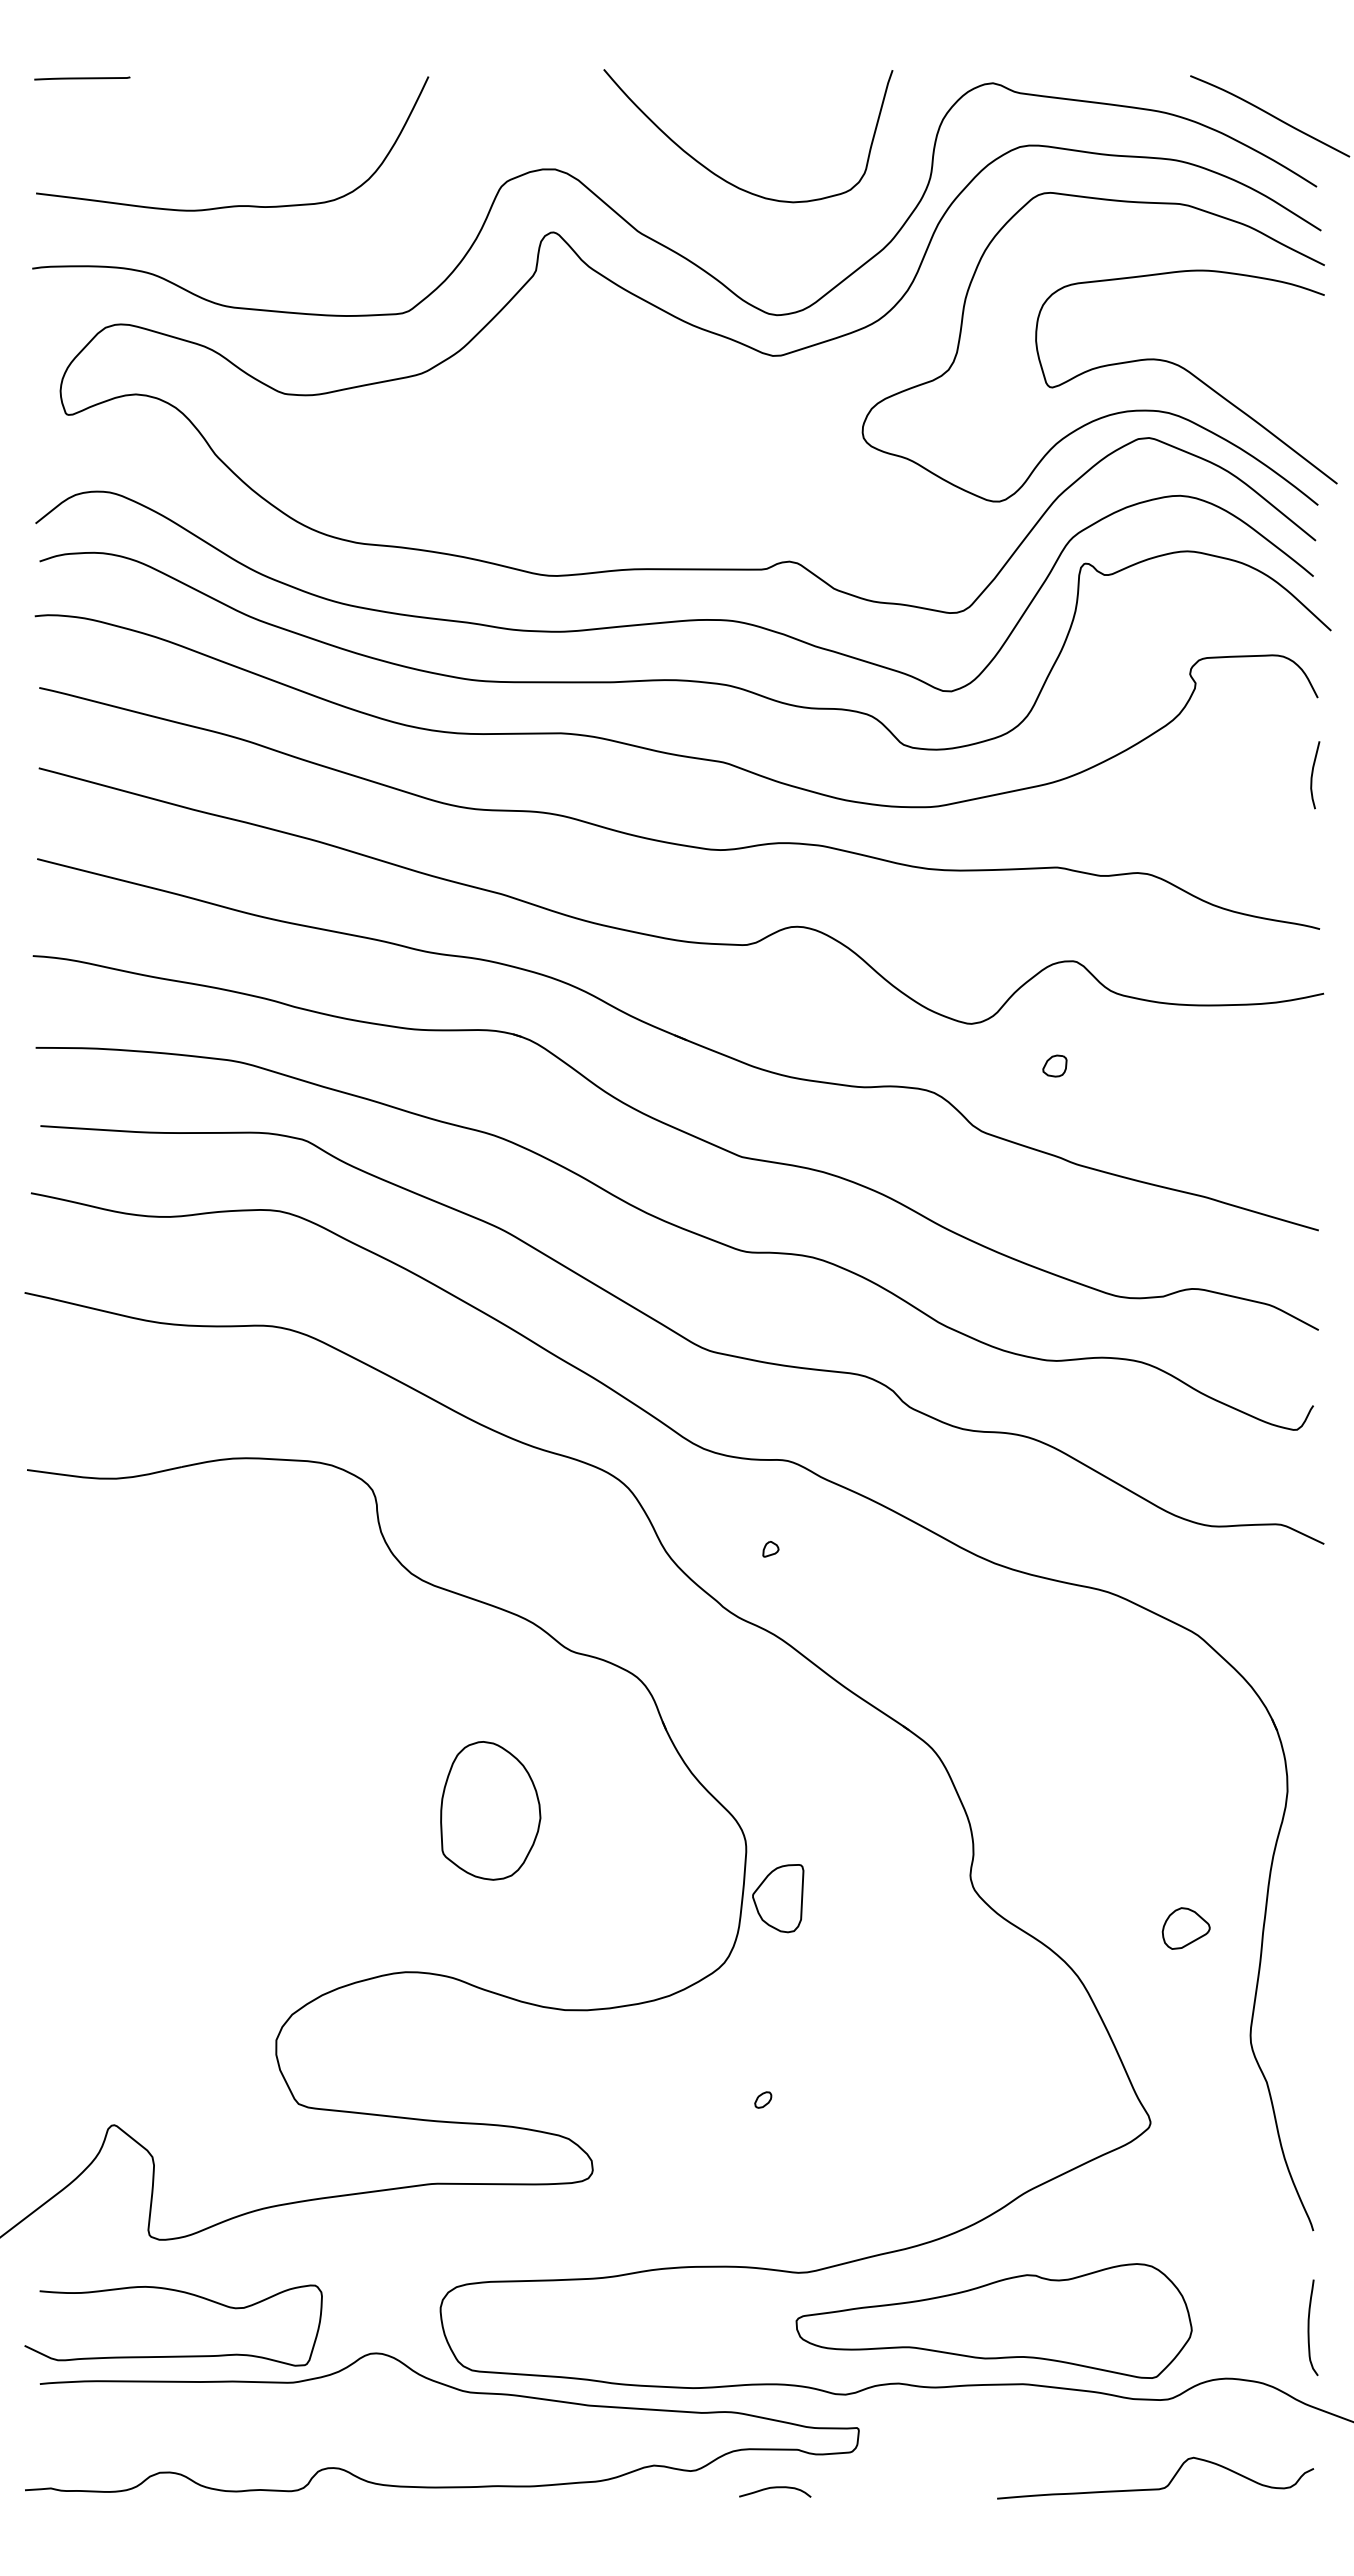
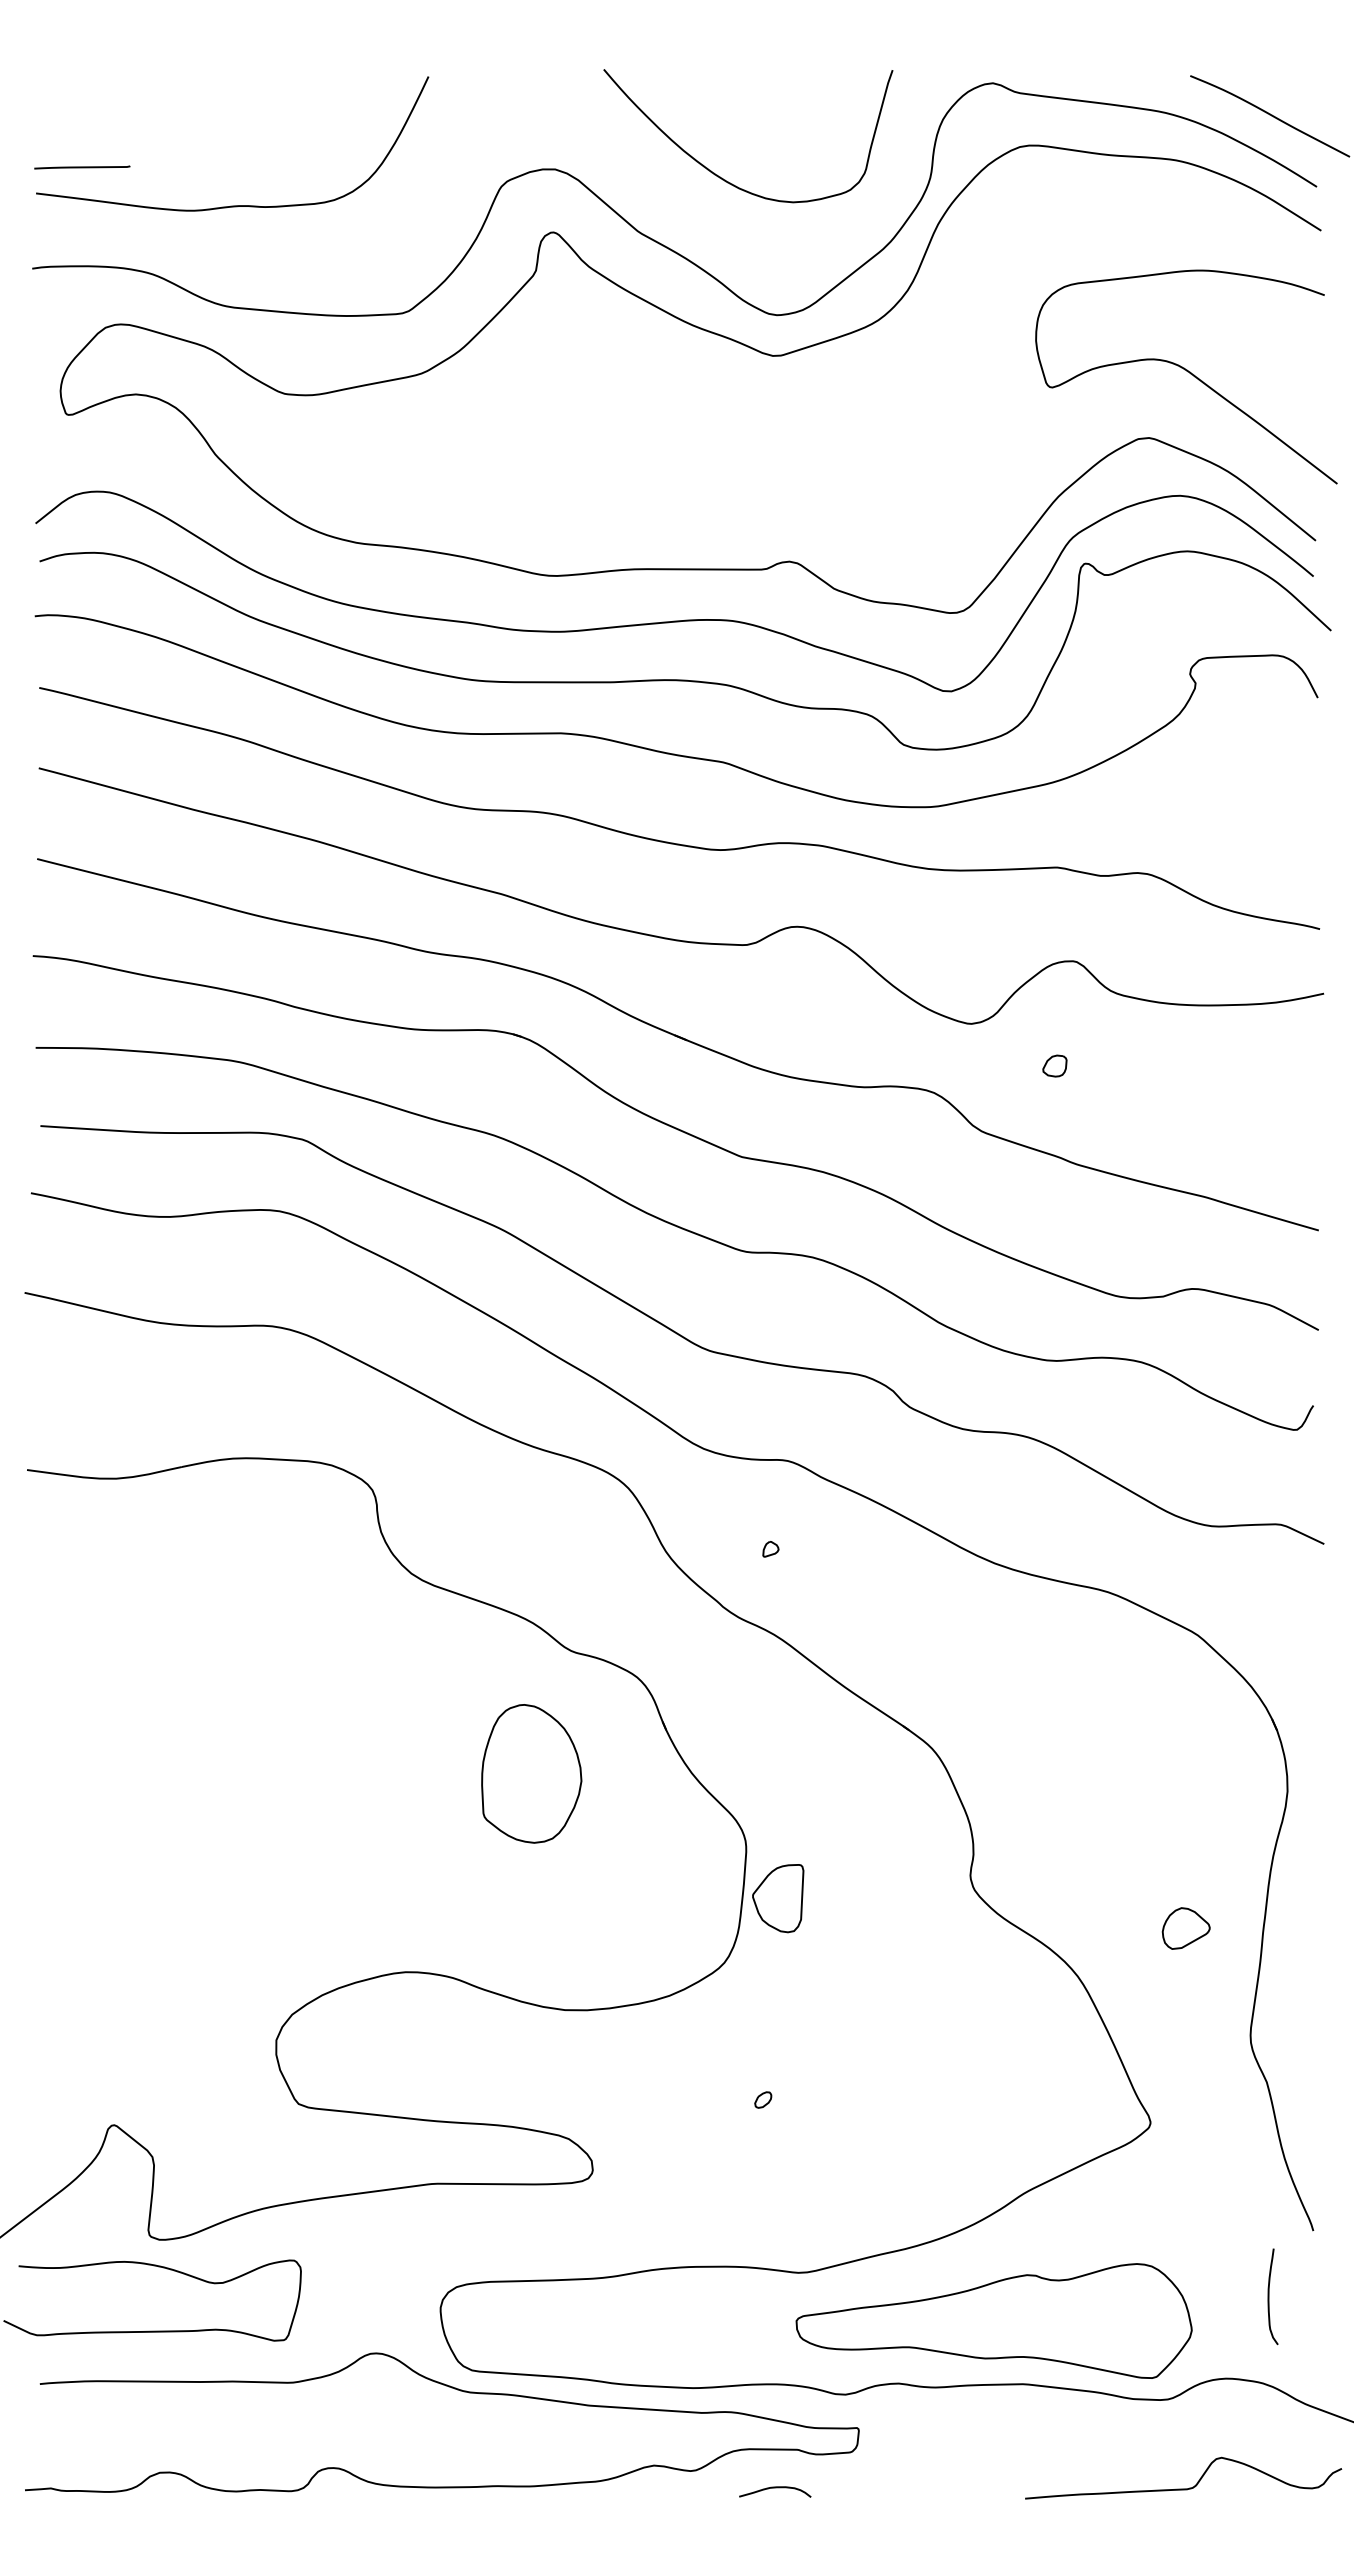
line at (82, 78) position: (82, 78) -> (82, 167)
curve at (1111, 413): present -> none
curve at (1313, 773): present -> none
part at (490, 1810) position: (490, 1810) -> (531, 1773)
curve at (1309, 2327) position: (1309, 2327) -> (1269, 2296)
curve at (173, 2355) position: (173, 2355) -> (152, 2330)
curve at (1155, 2488) position: (1155, 2488) -> (1183, 2488)
